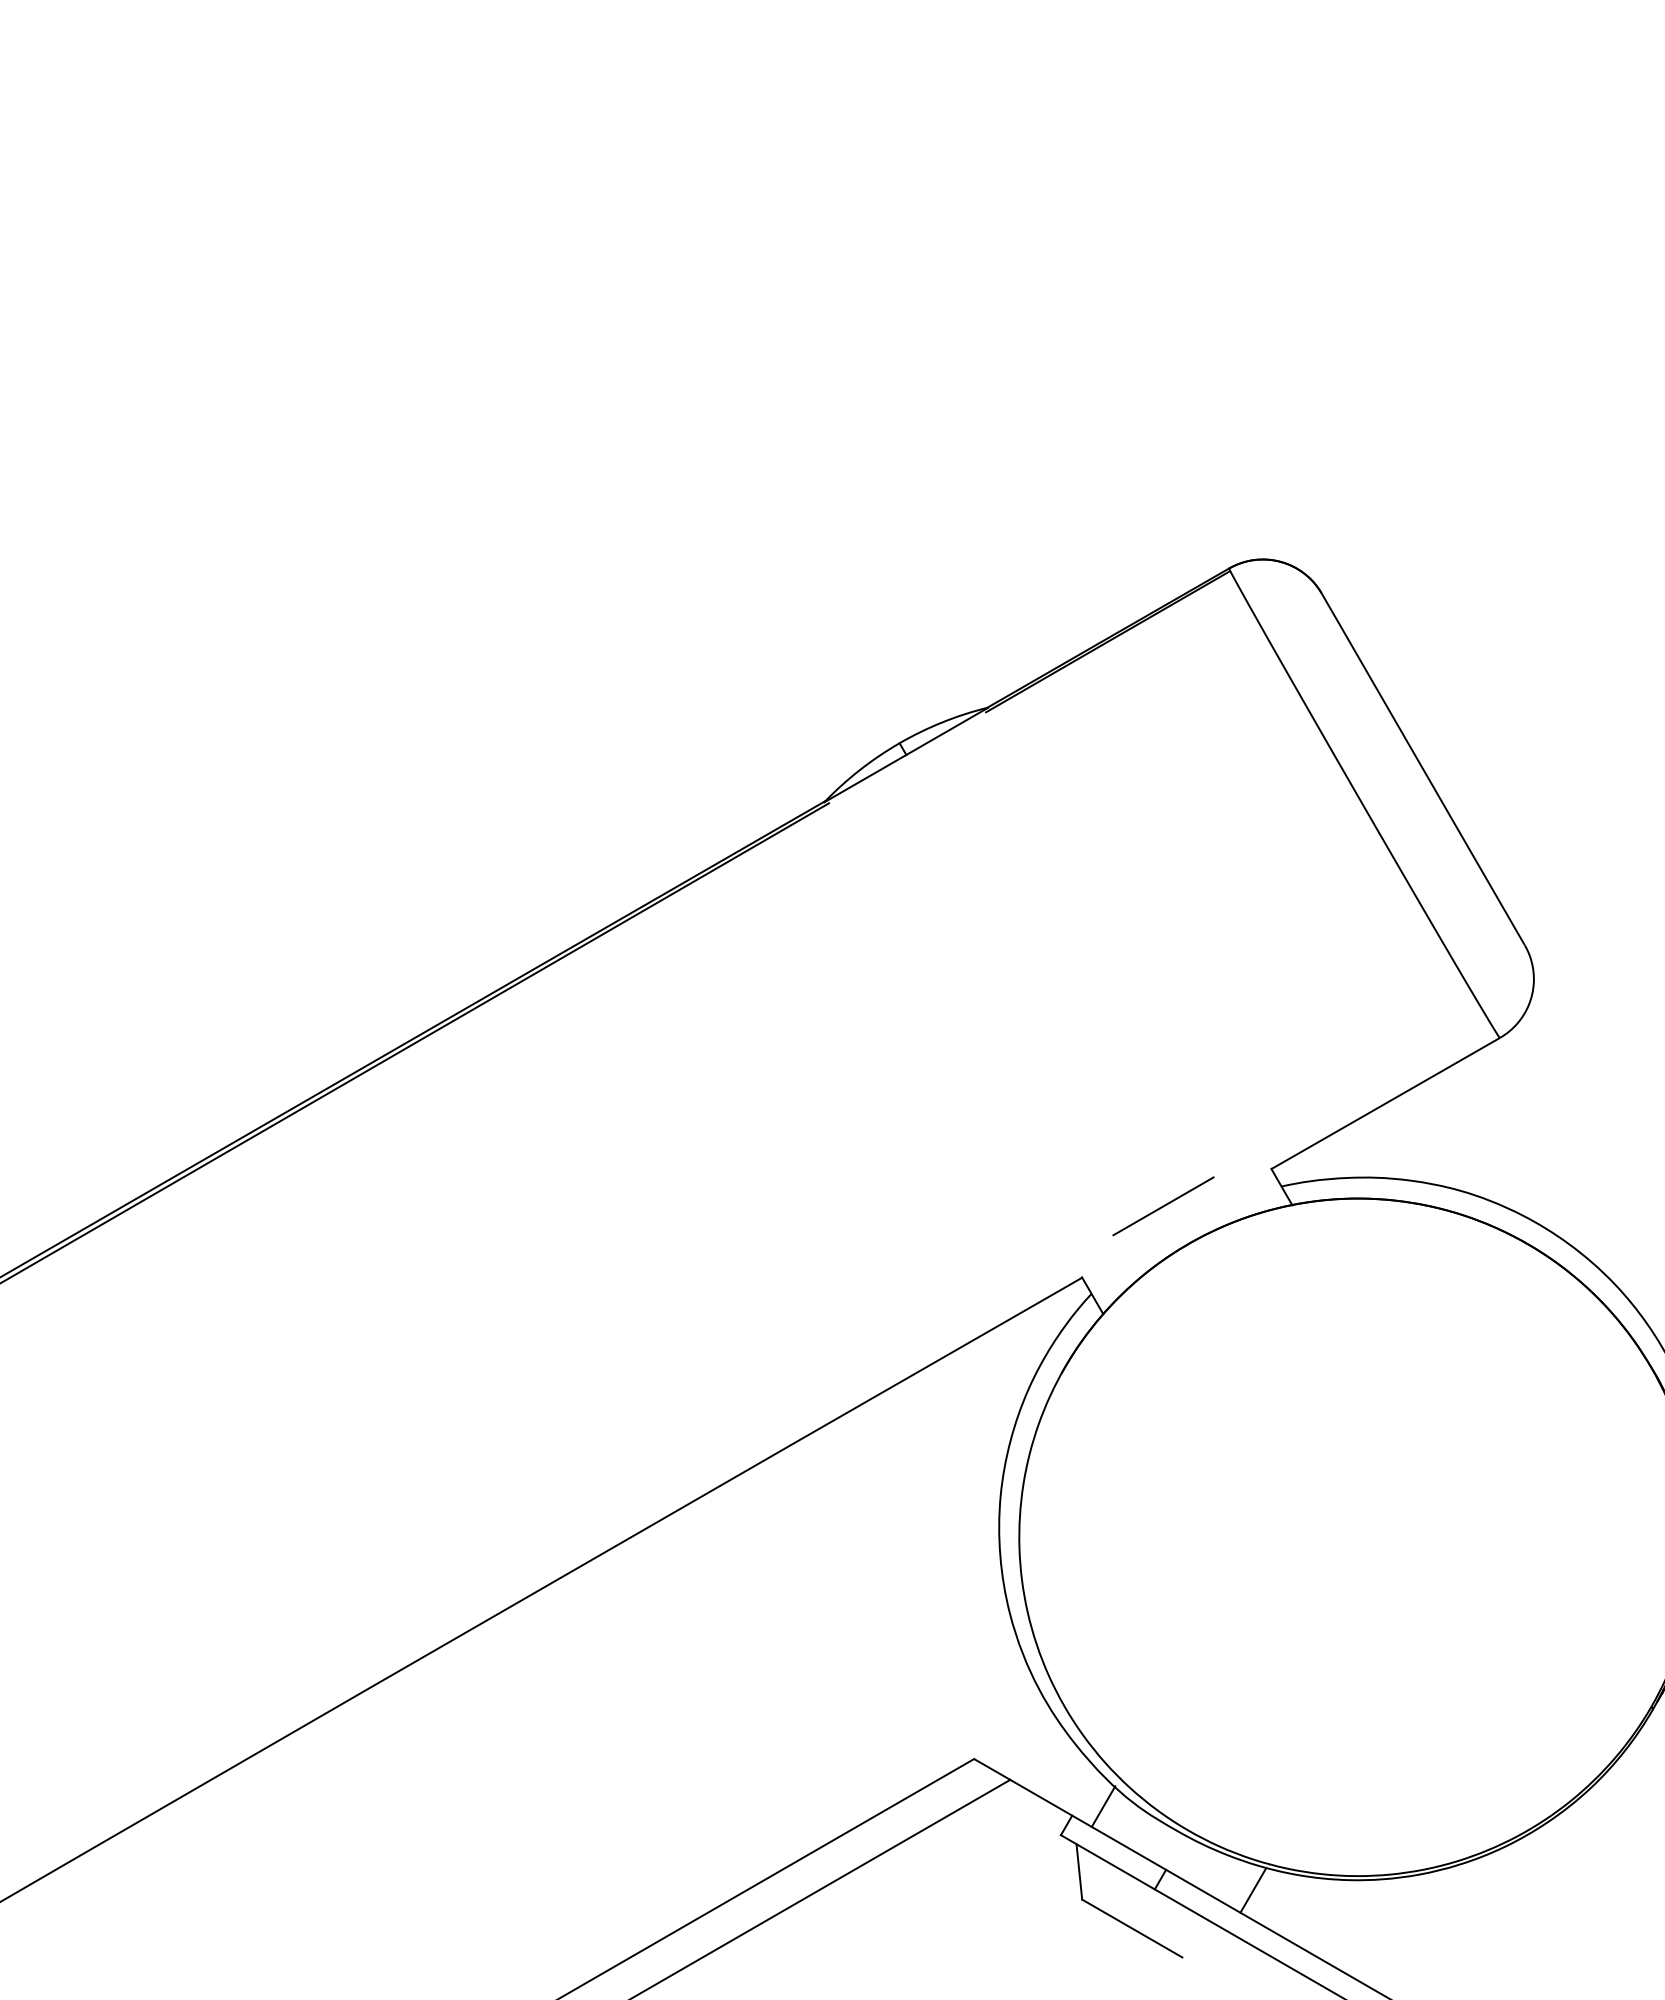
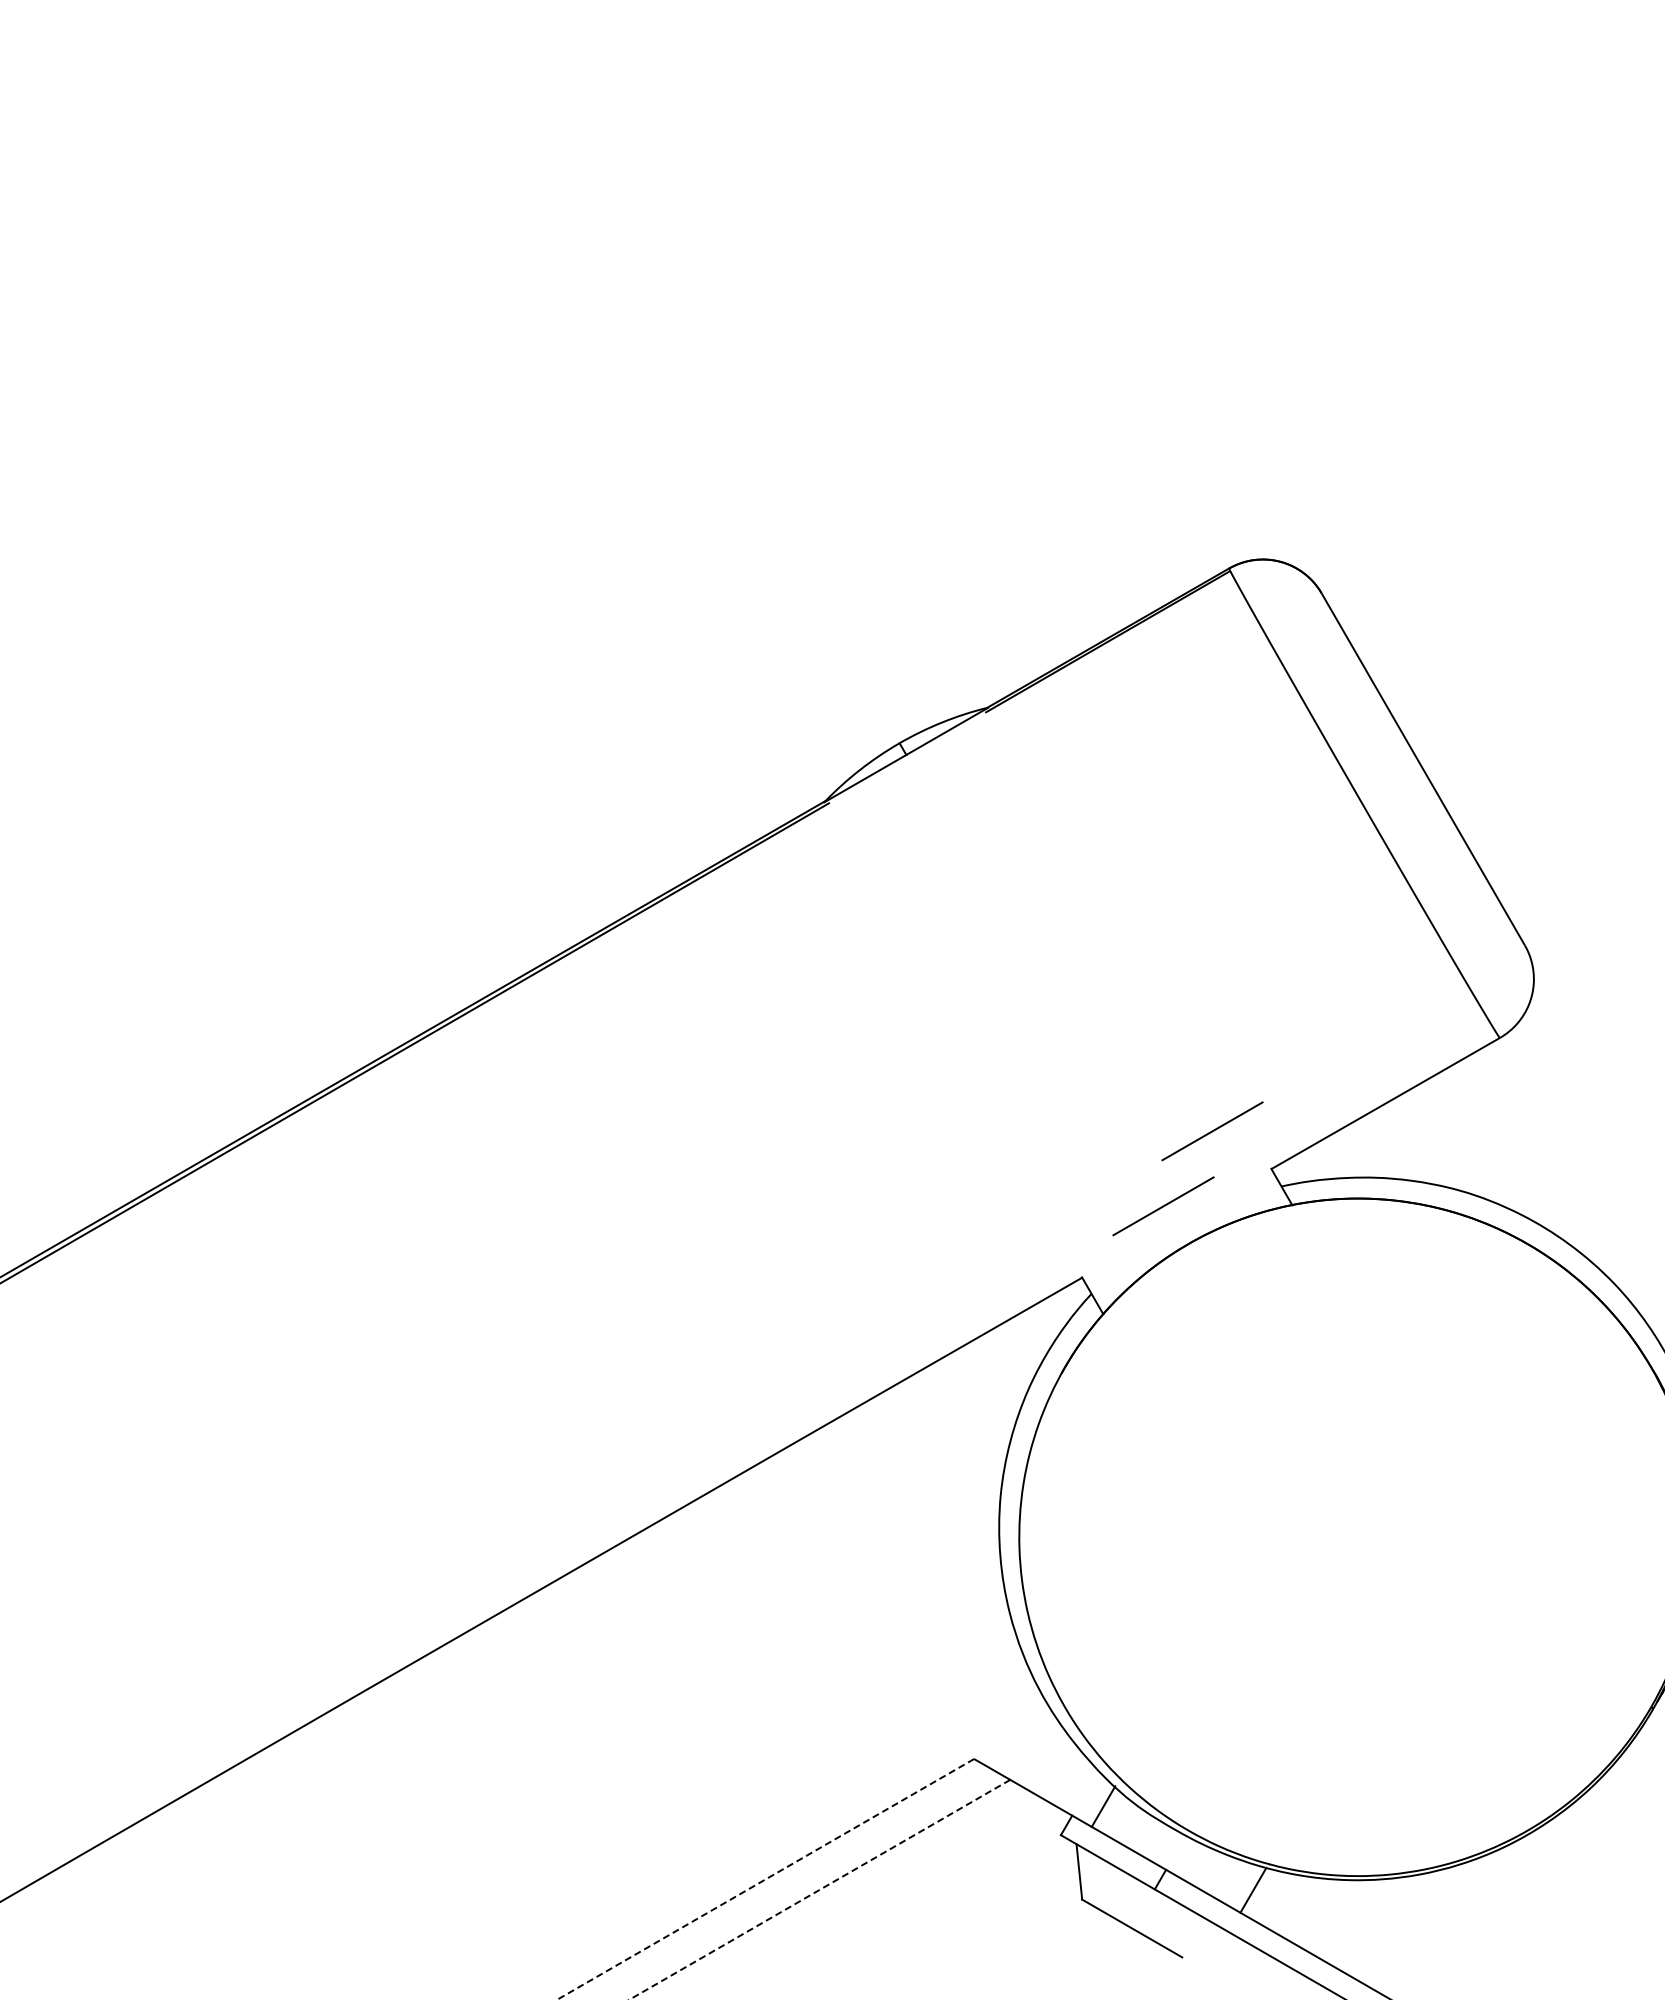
line at (1212, 1131): none -> present
line at (765, 1879): solid -> dashed
line at (819, 1889): solid -> dashed
